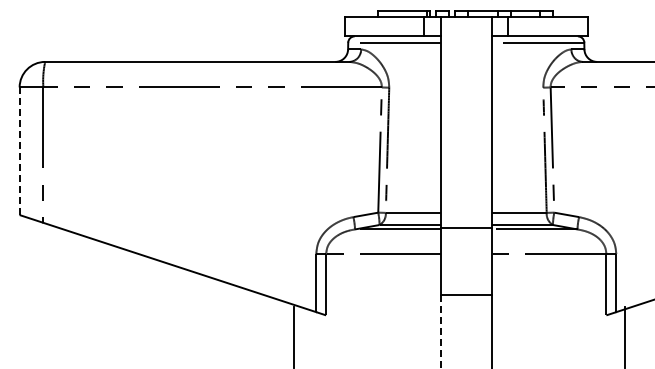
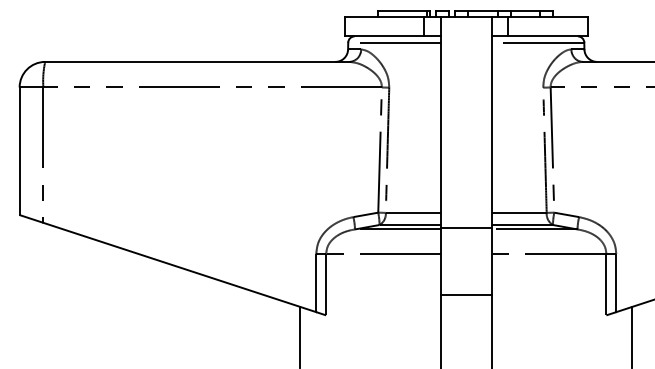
line at (19, 151): dashed -> solid
line at (440, 331): dashed -> solid
line at (294, 335) position: (294, 335) -> (300, 335)
line at (625, 335) position: (625, 335) -> (632, 335)
